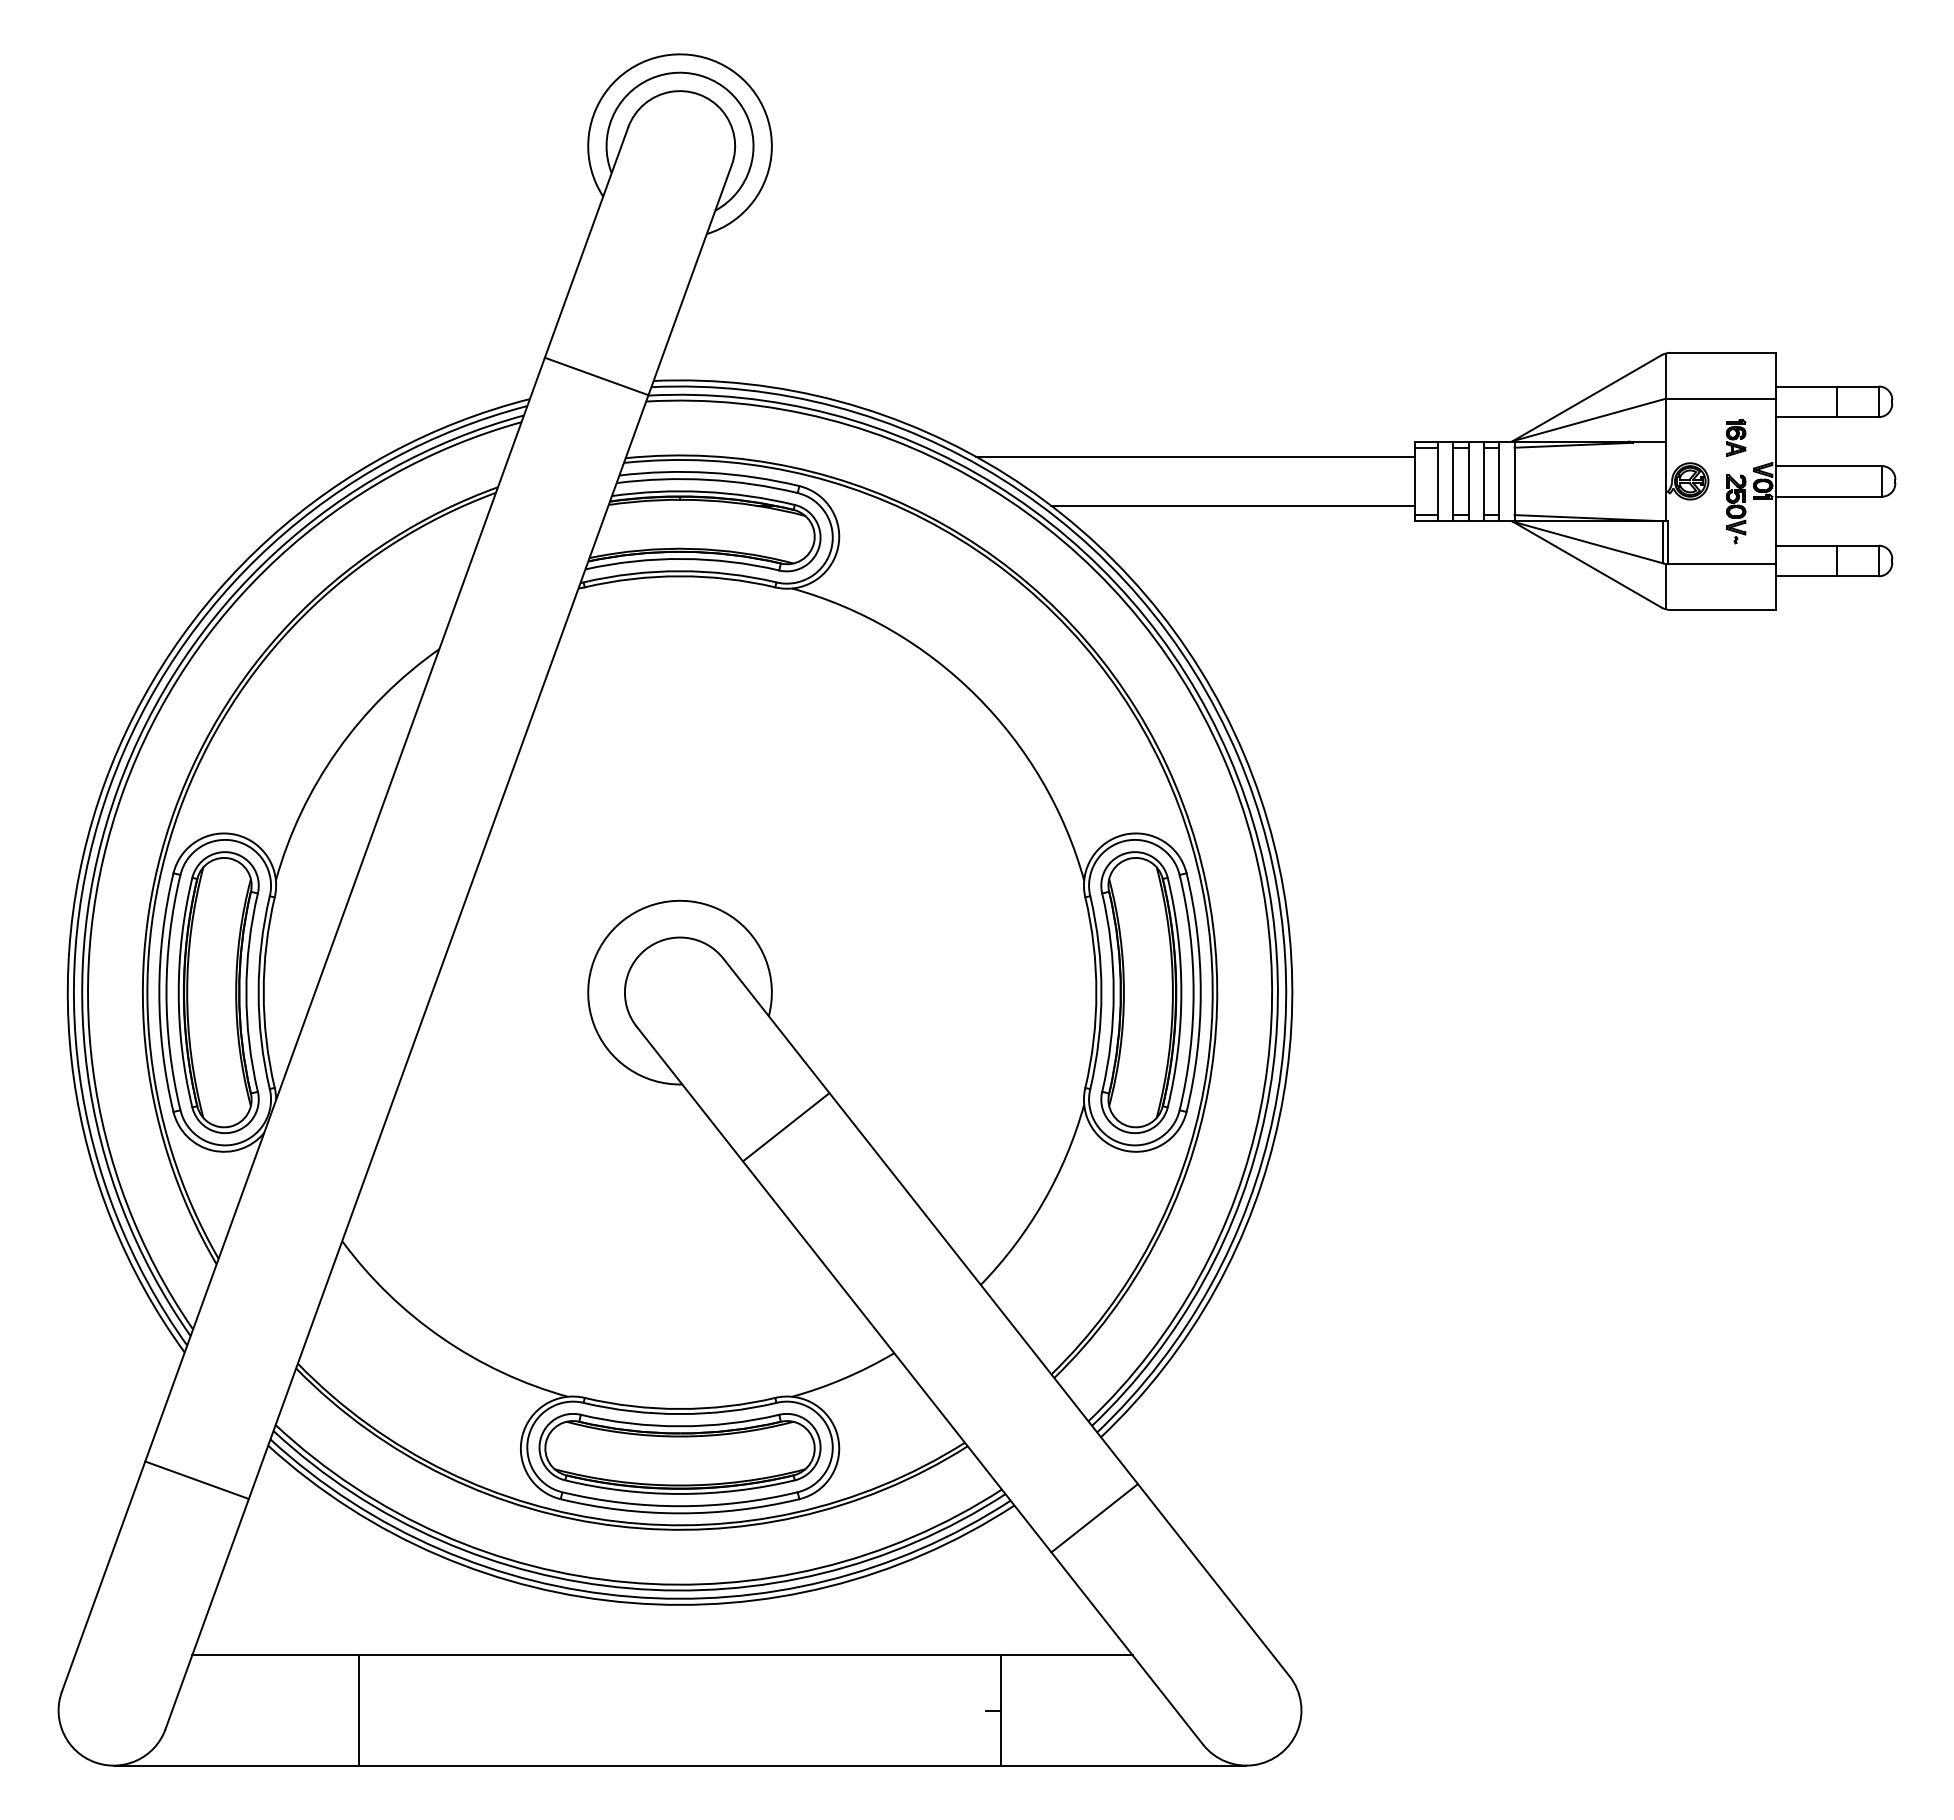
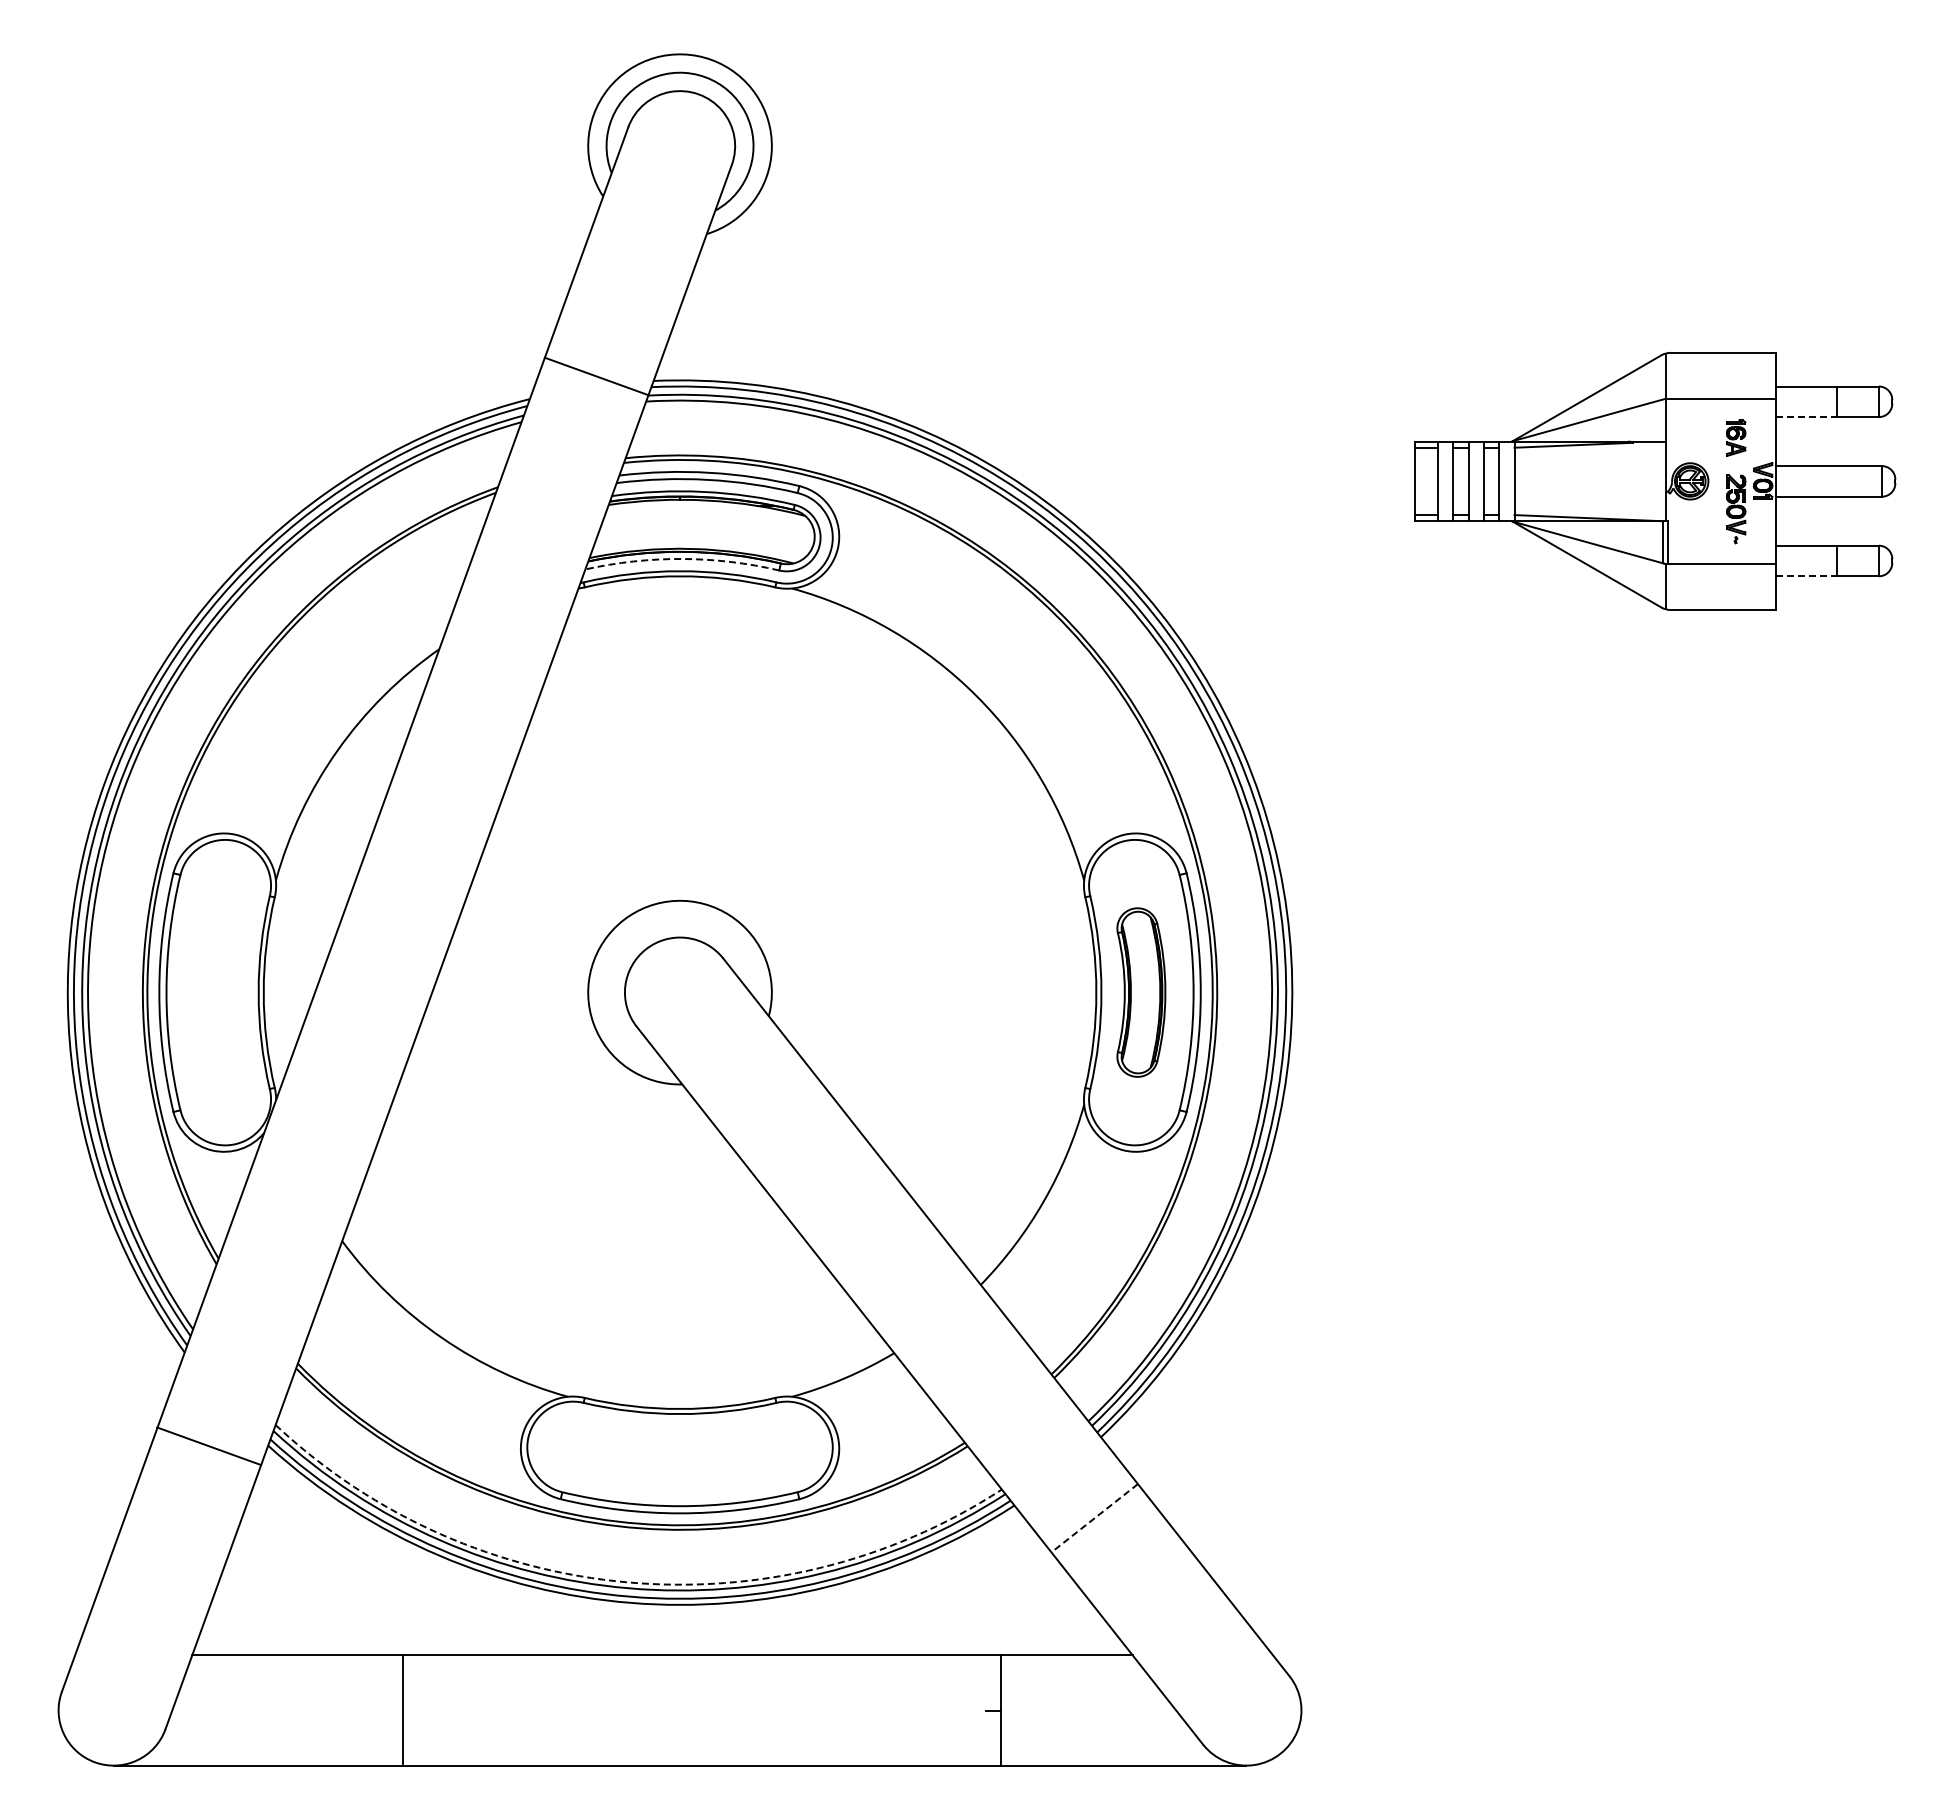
line at (1806, 416): solid -> dashed
line at (1195, 456): present -> none
line at (1232, 505): present -> none
arc at (682, 559): solid -> dashed
line at (1806, 575): solid -> dashed
part at (218, 992): present -> none
part at (1141, 992) size: 83x283 px -> 51x171 px
line at (785, 1127): present -> none
part at (679, 1453): present -> none
line at (196, 1479) position: (196, 1479) -> (208, 1445)
line at (1094, 1518): solid -> dashed
arc at (627, 1582): solid -> dashed
line at (358, 1710) position: (358, 1710) -> (402, 1710)
